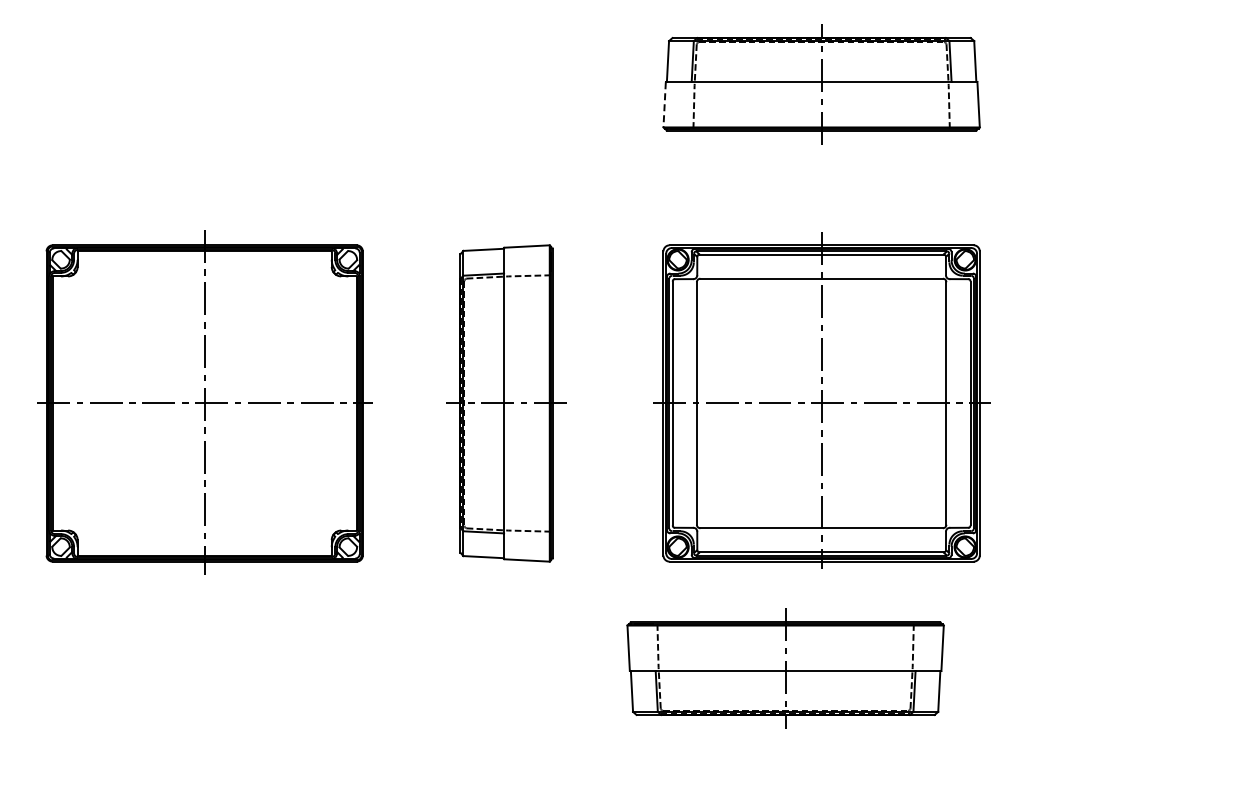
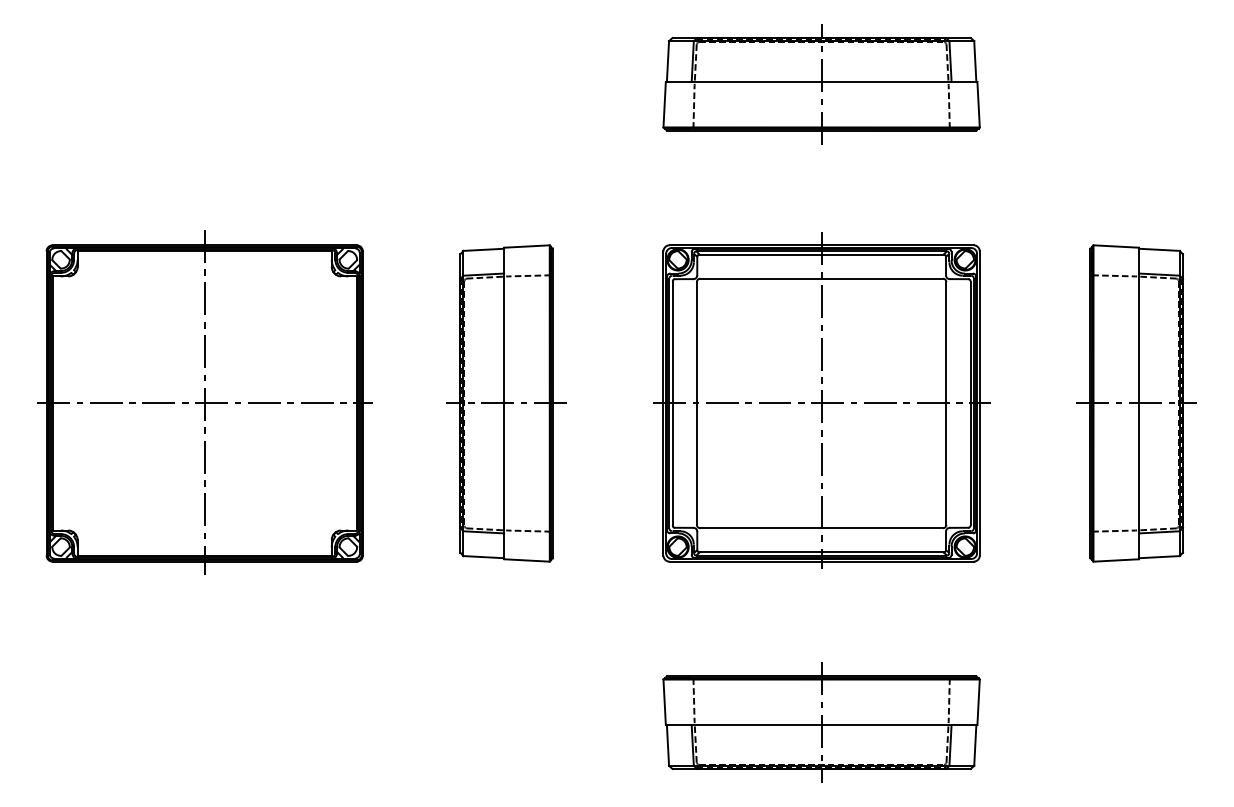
line at (664, 104): dashed -> solid
part at (1136, 403): none -> present
part at (785, 668) position: (785, 668) -> (821, 722)
